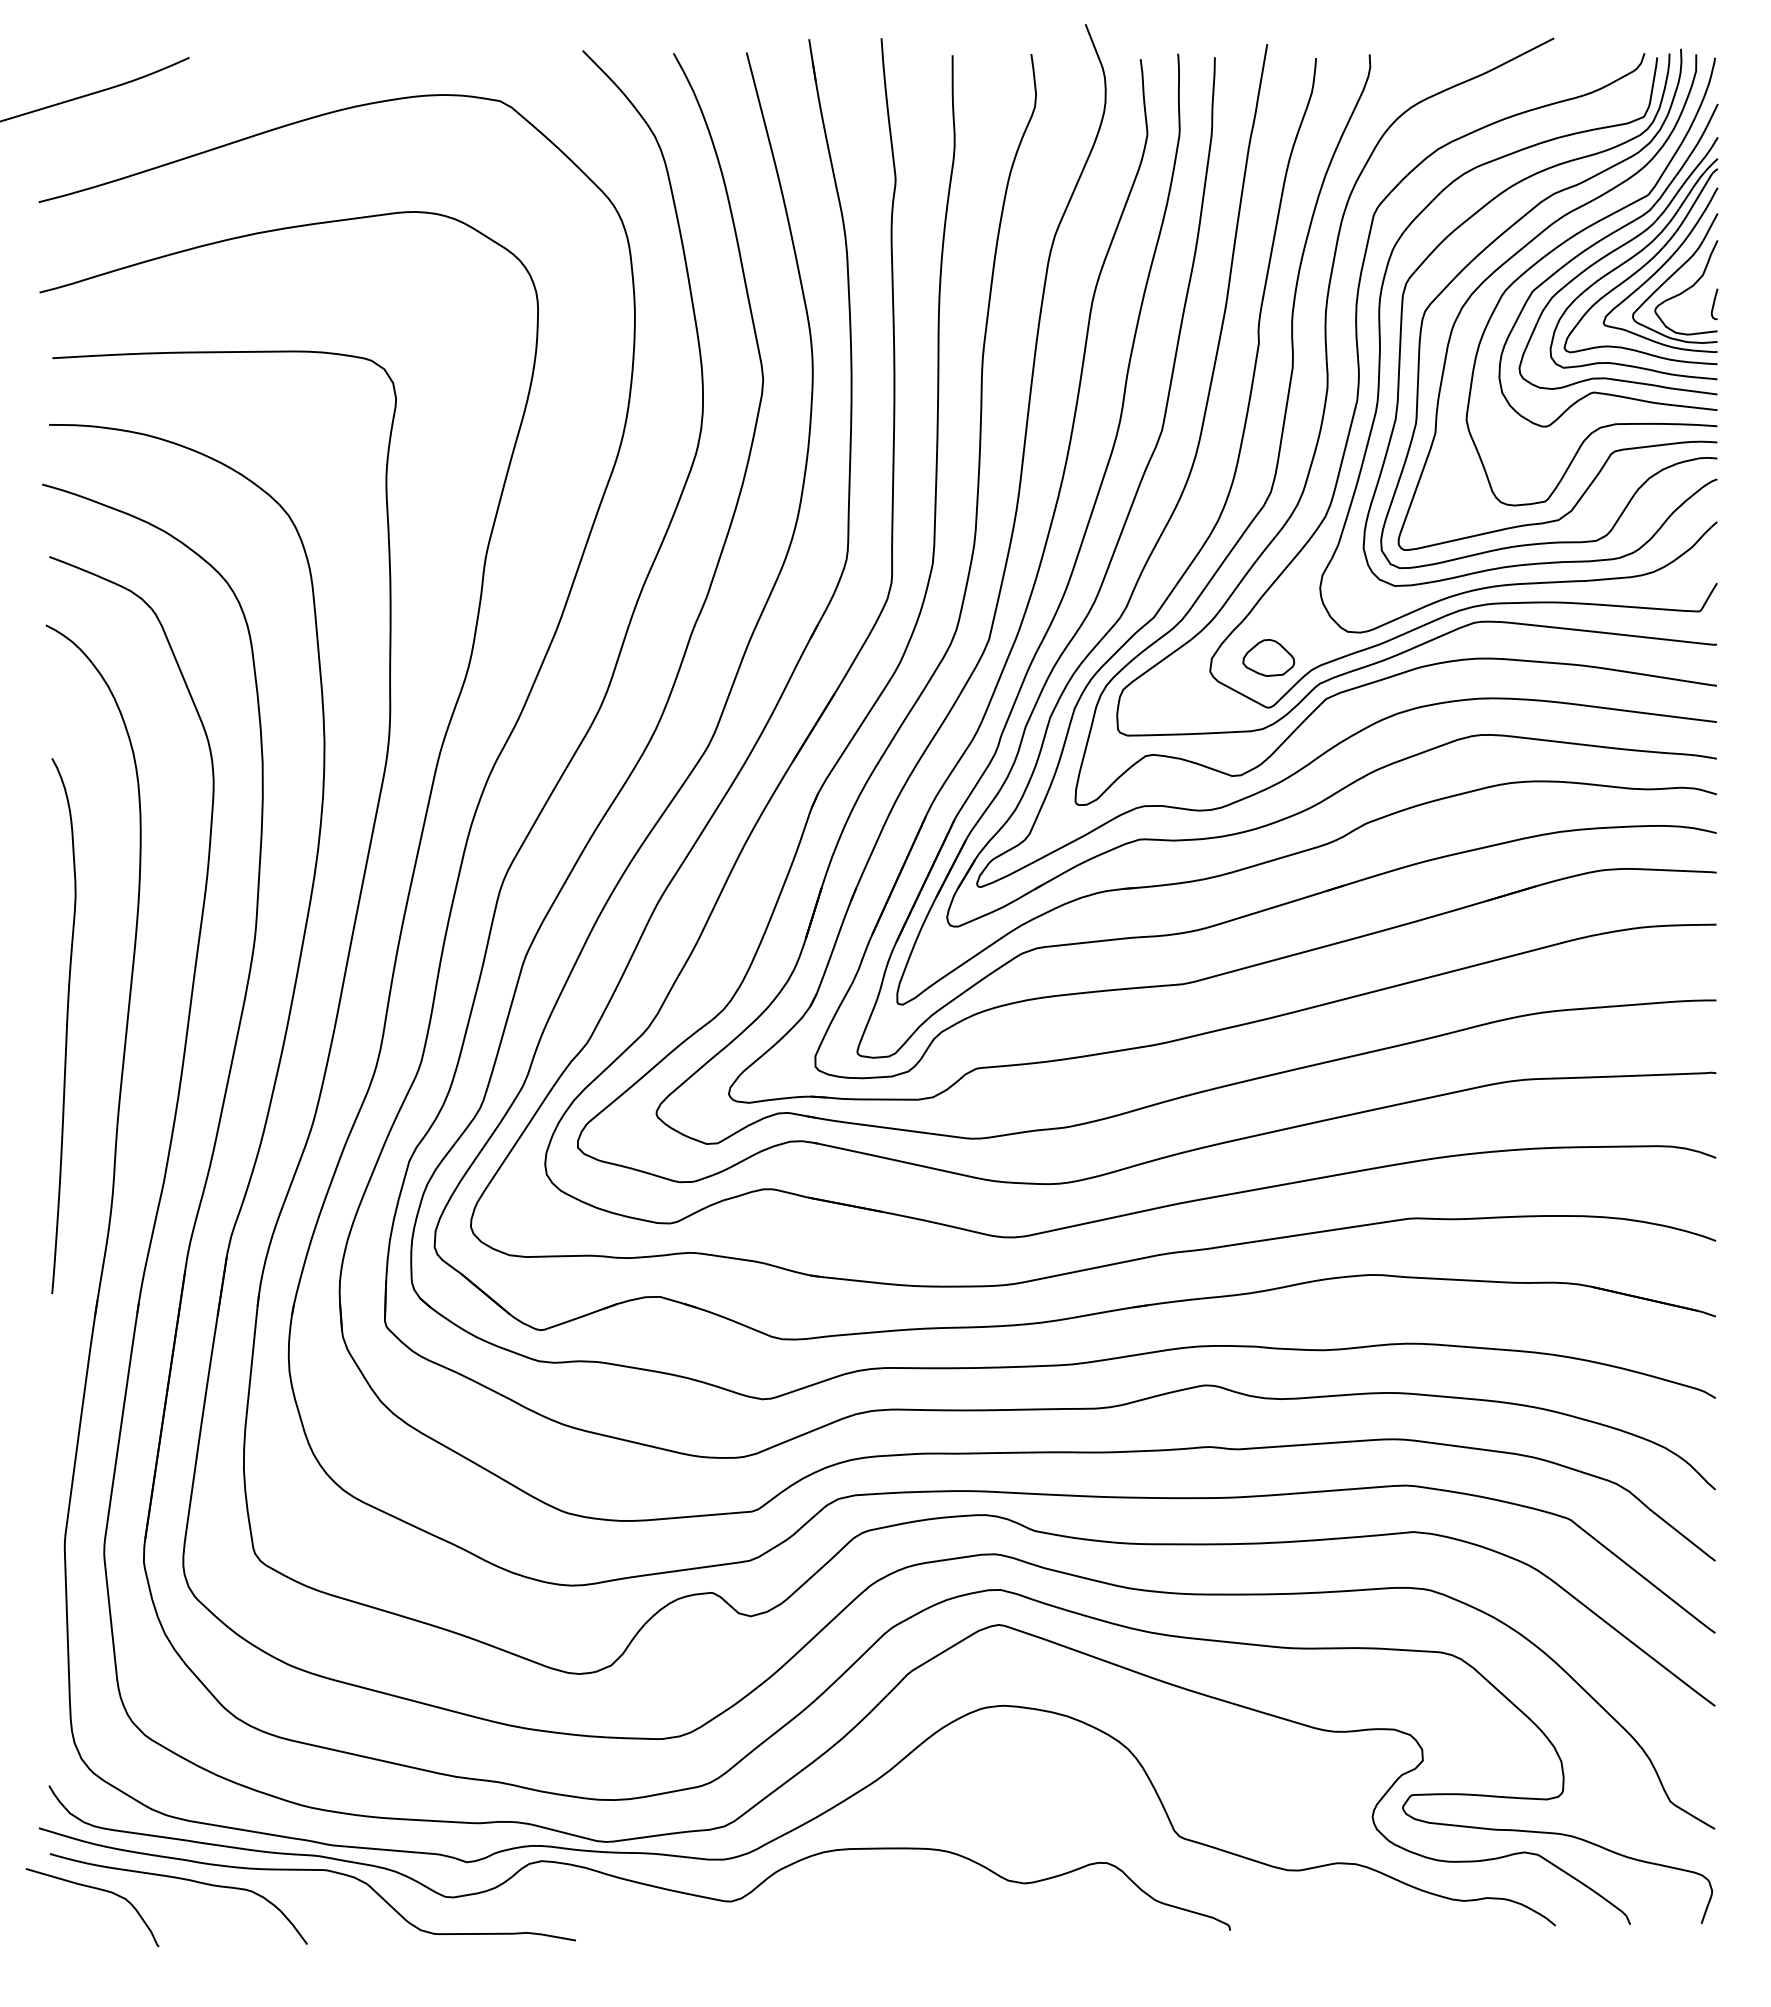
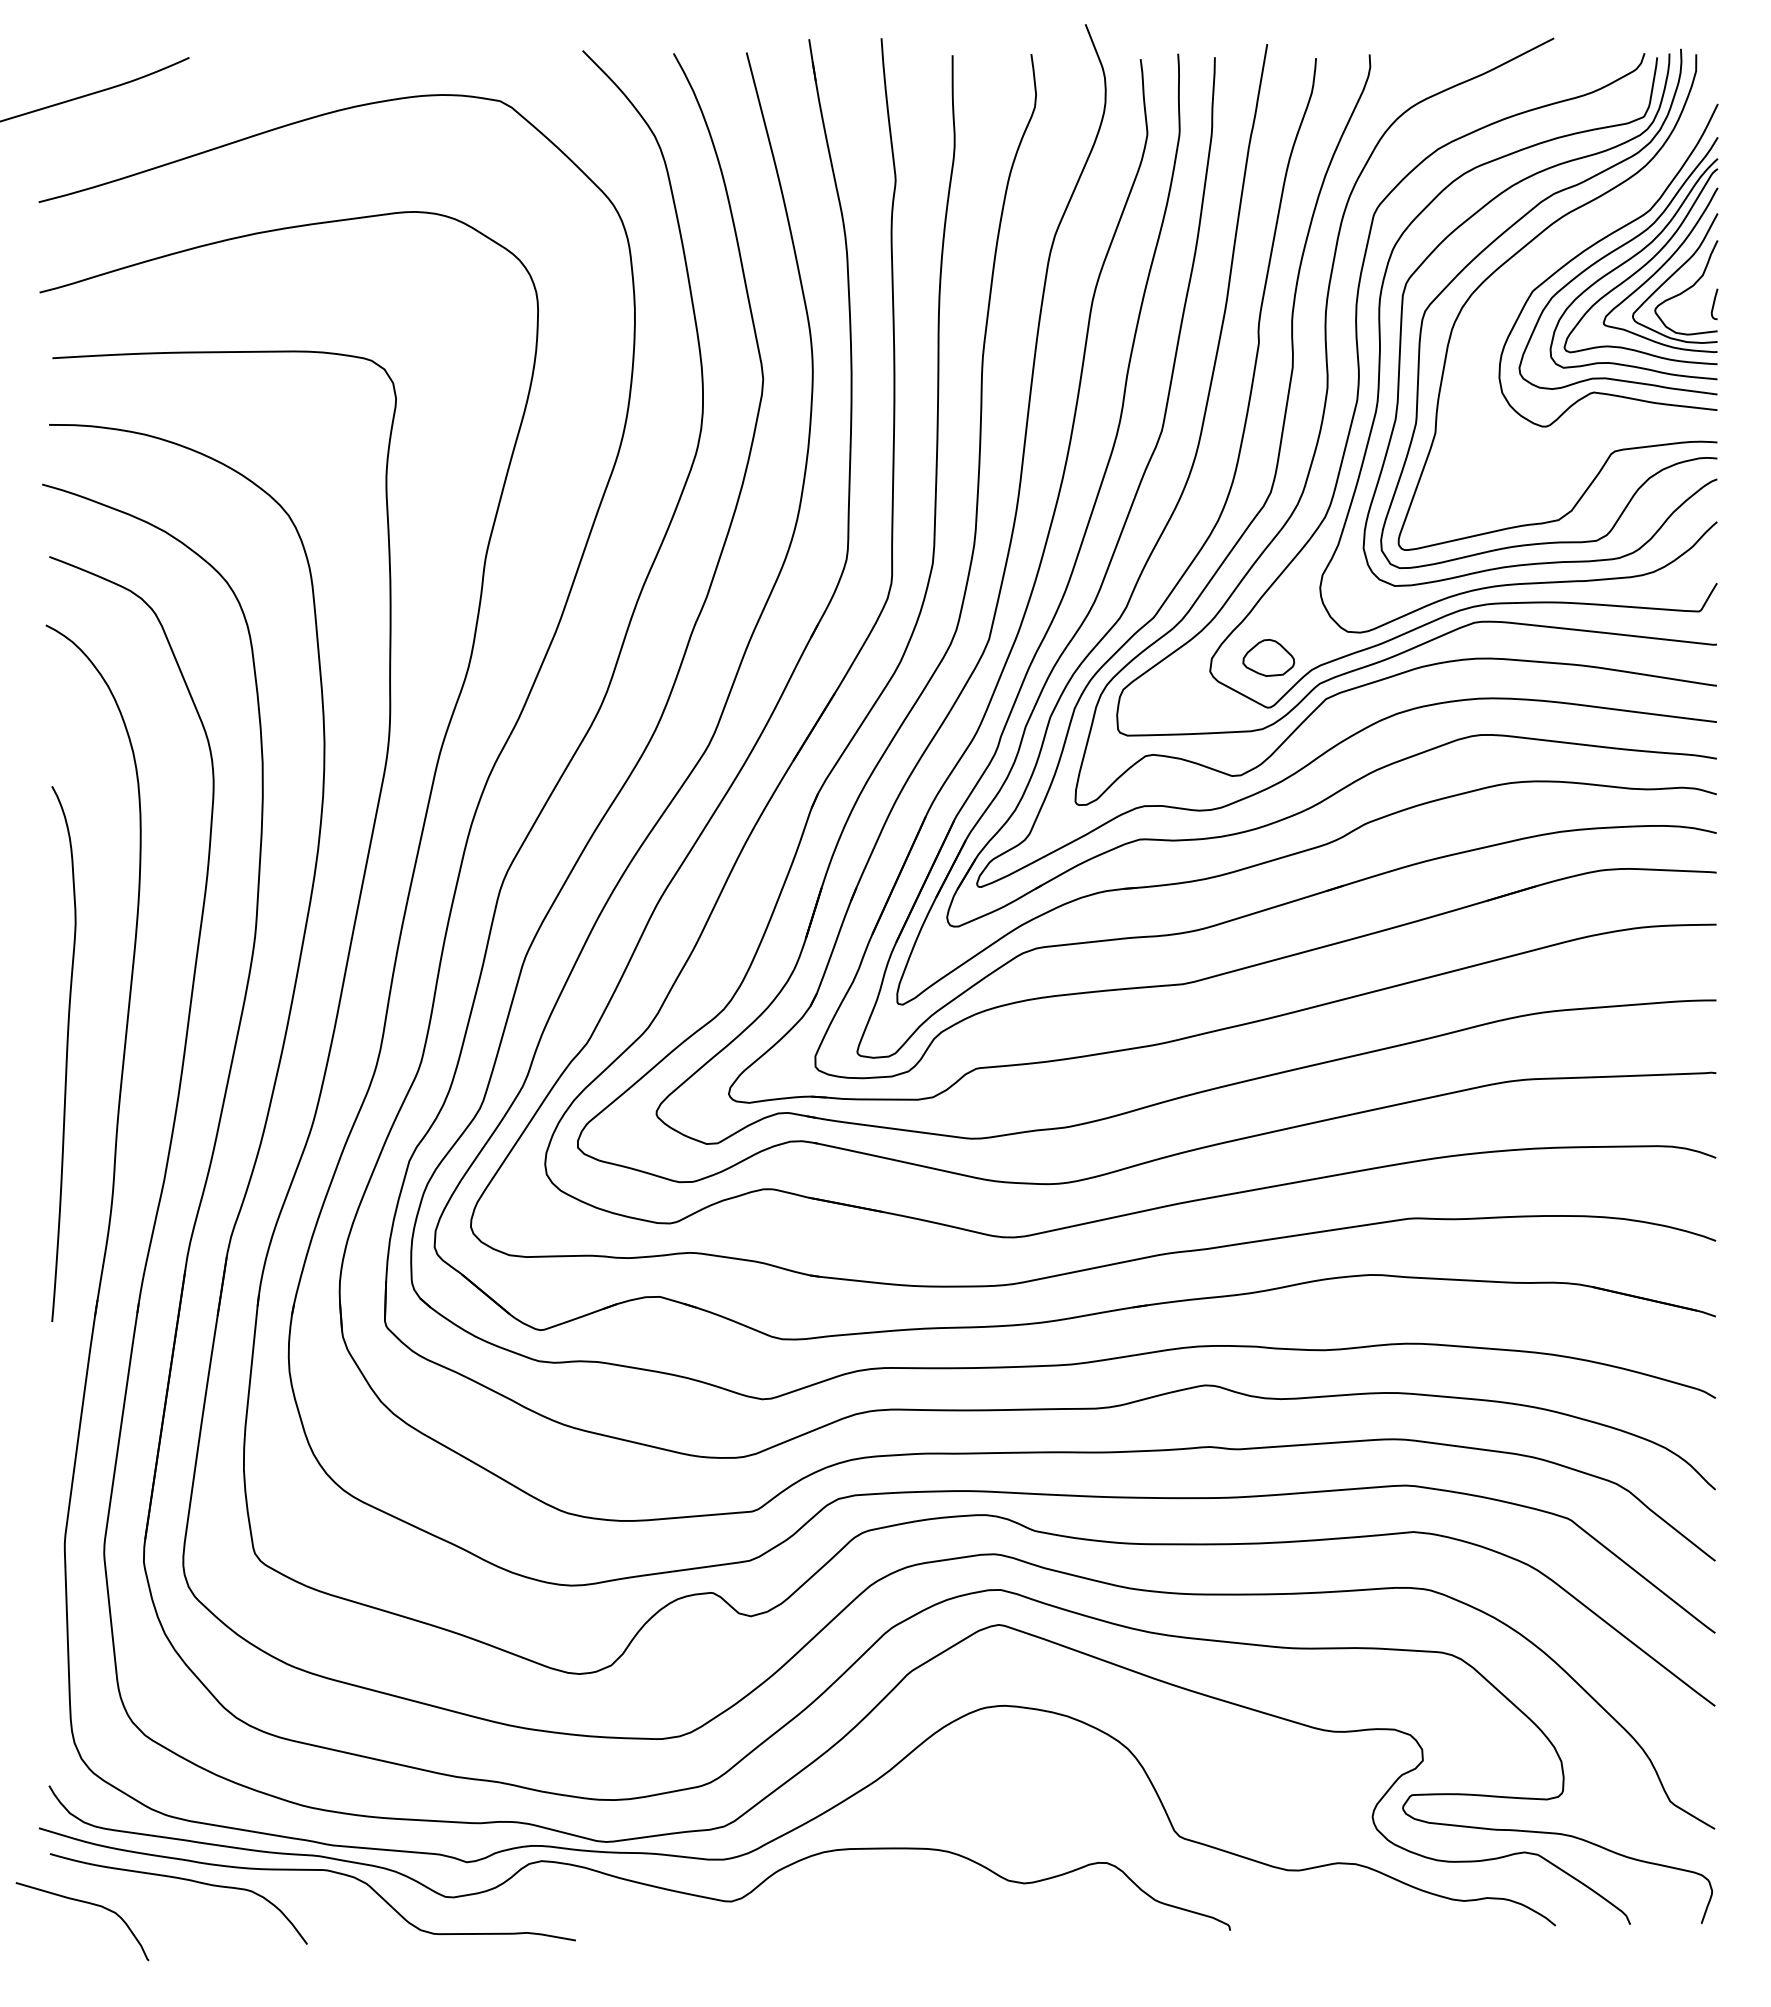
curve at (1564, 243): present -> none
curve at (66, 1025) position: (66, 1025) -> (66, 1053)
curve at (95, 1889) position: (95, 1889) -> (85, 1903)
